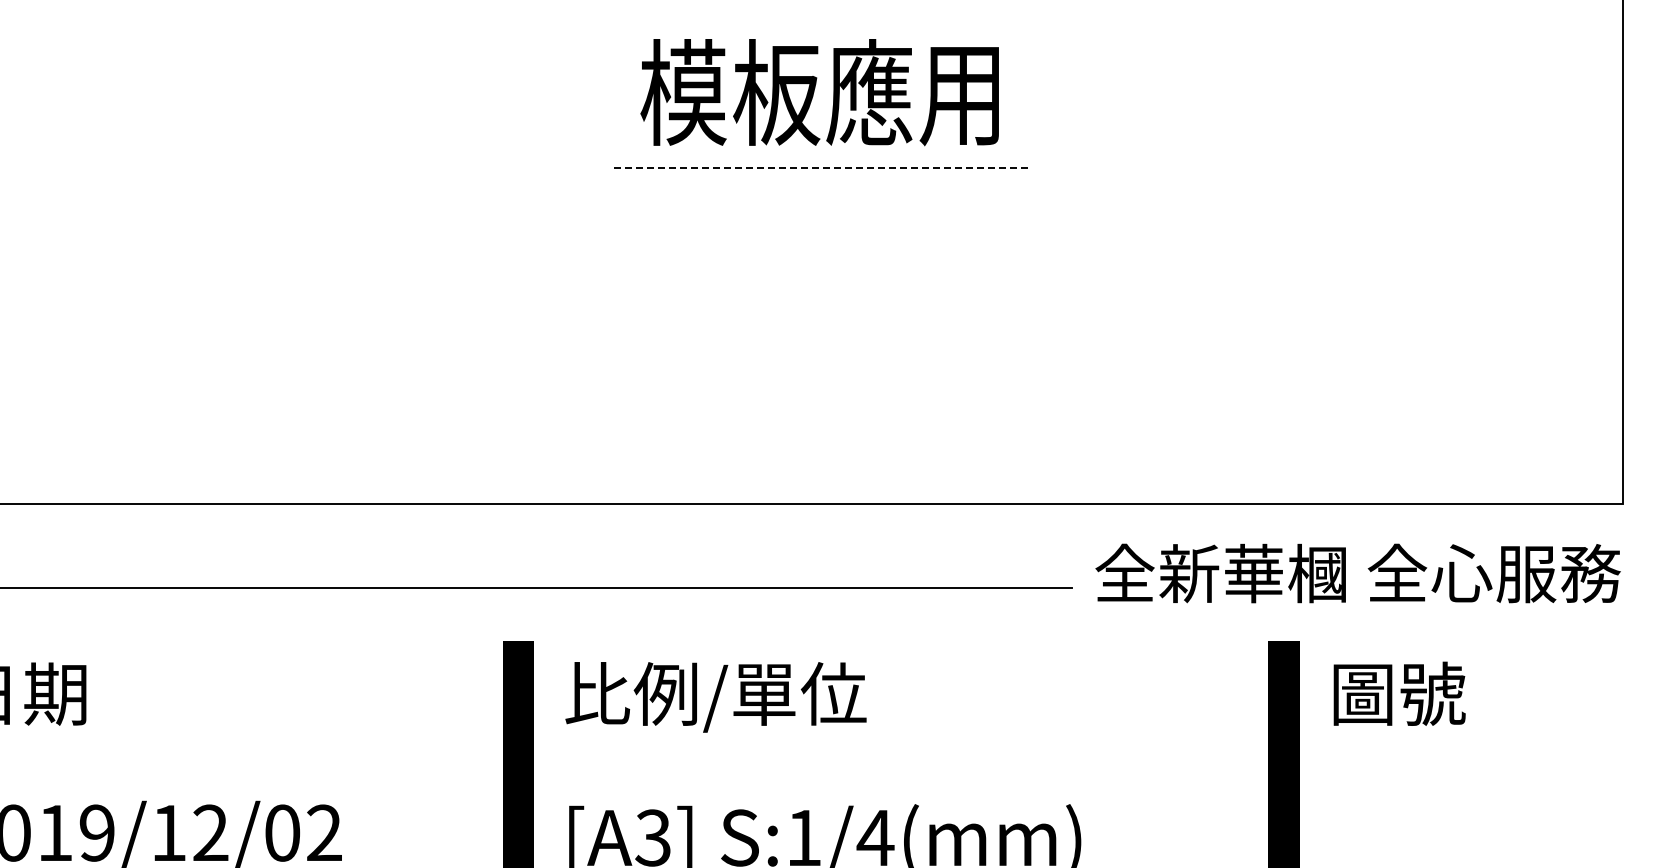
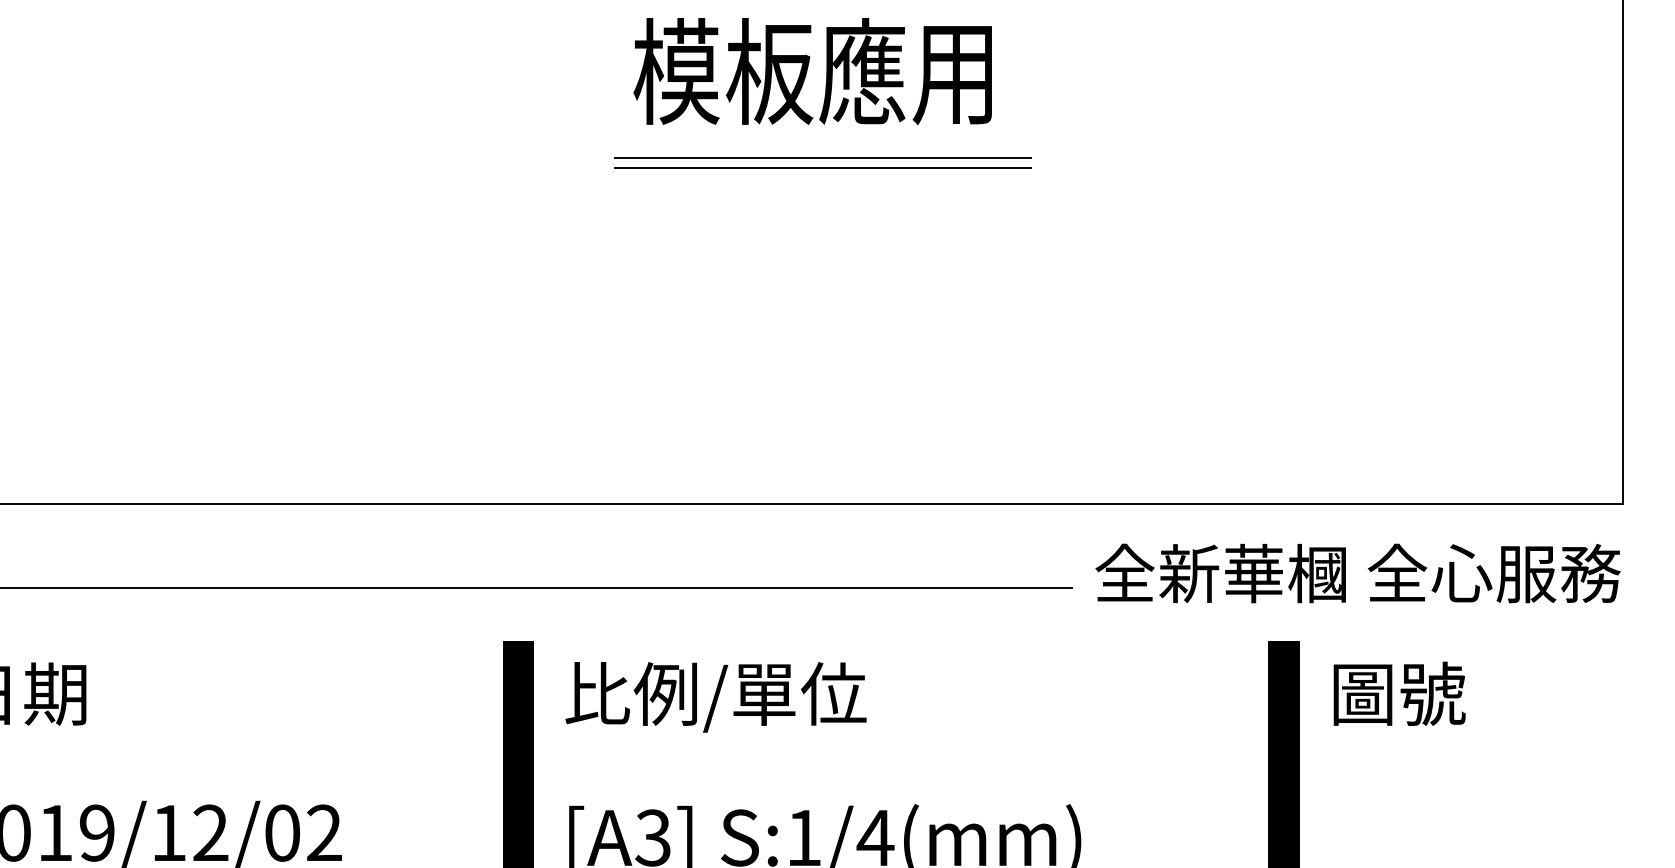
text at (819, 92) position: (819, 92) -> (812, 71)
line at (822, 157): none -> present
line at (823, 168): dashed -> solid
